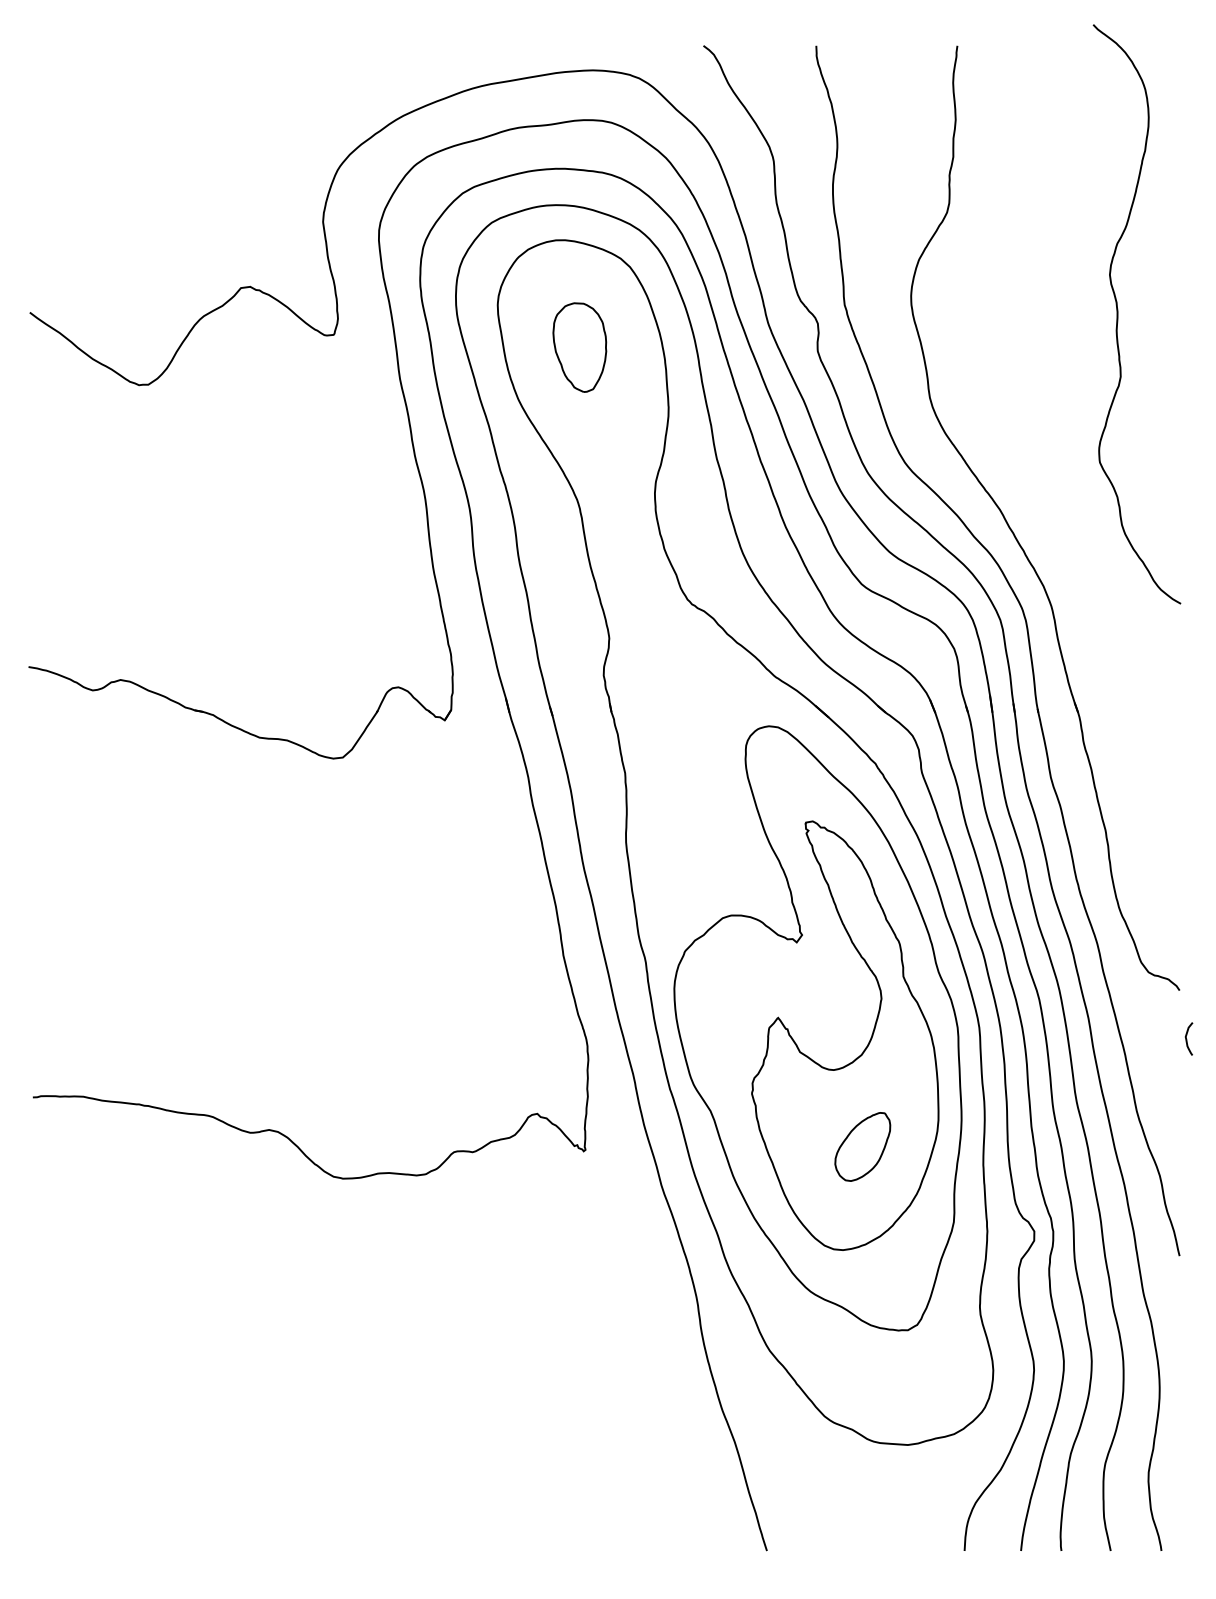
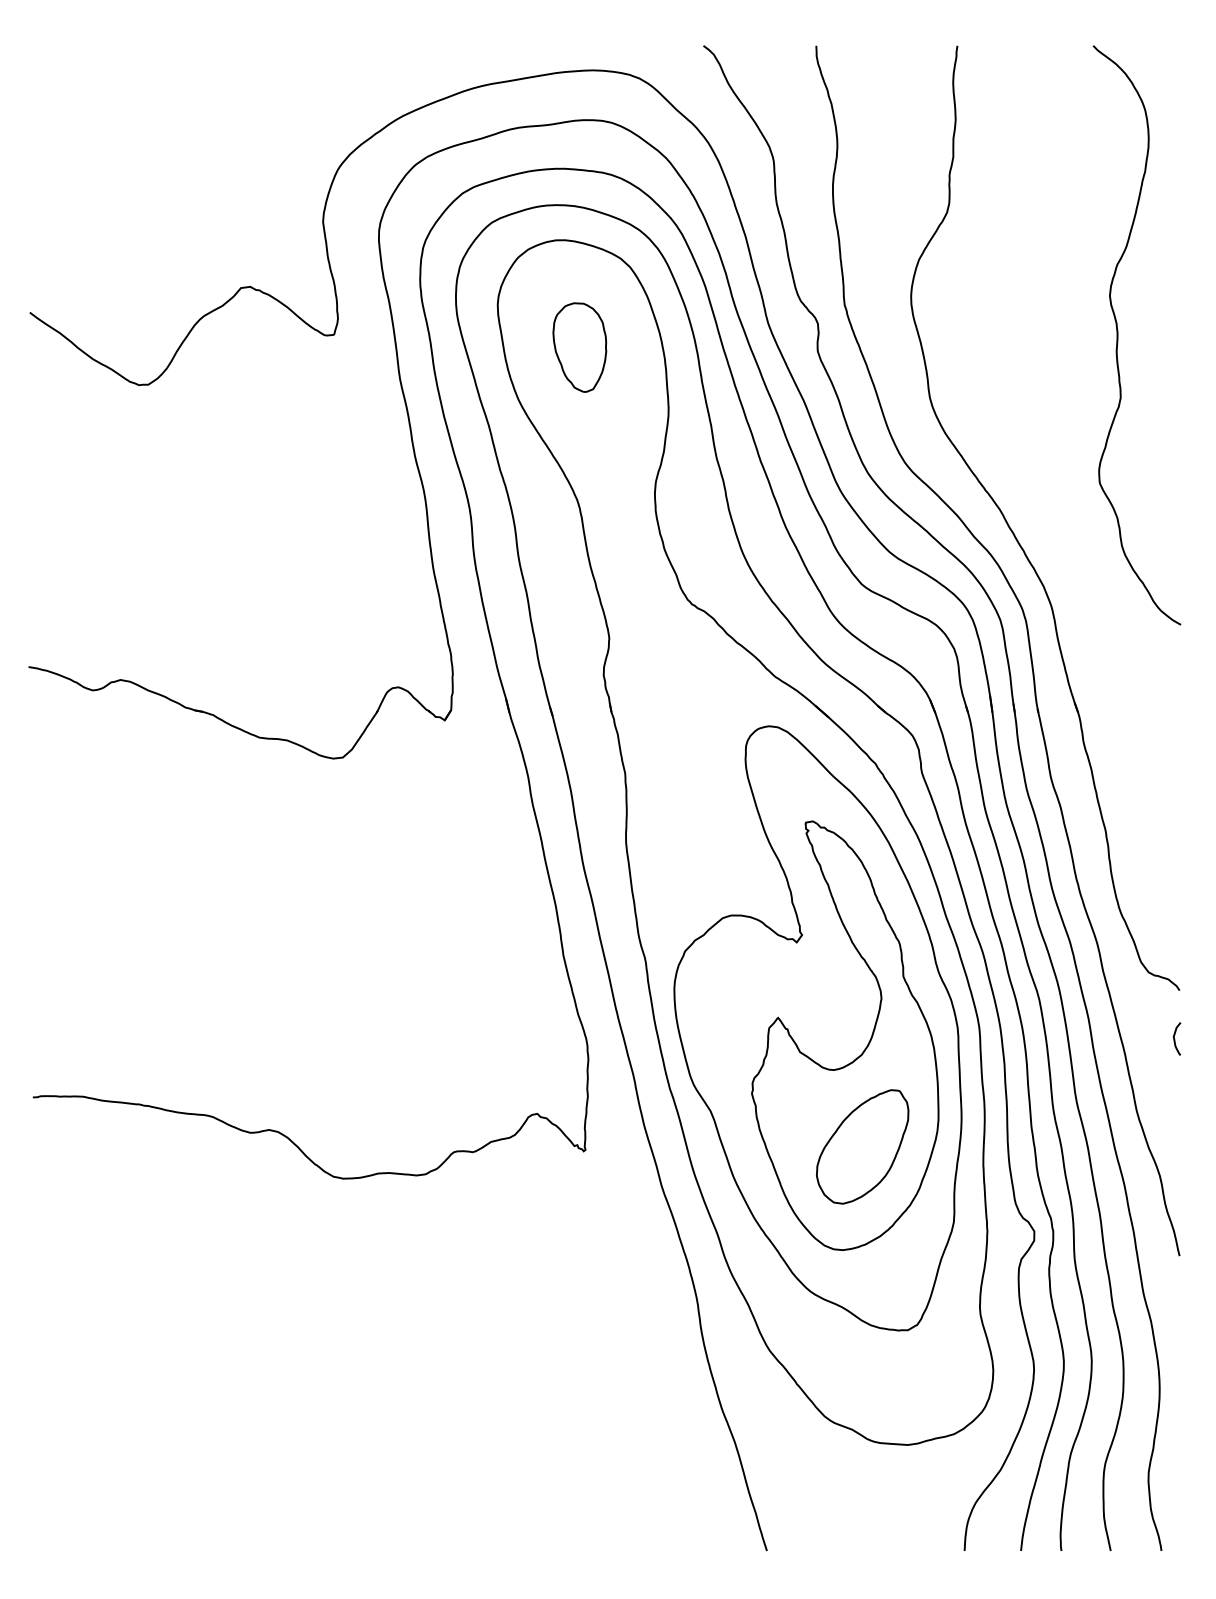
curve at (1118, 314) position: (1118, 314) -> (1118, 335)
curve at (1187, 1039) position: (1187, 1039) -> (1175, 1039)
part at (862, 1146) size: 58x70 px -> 94x116 px
